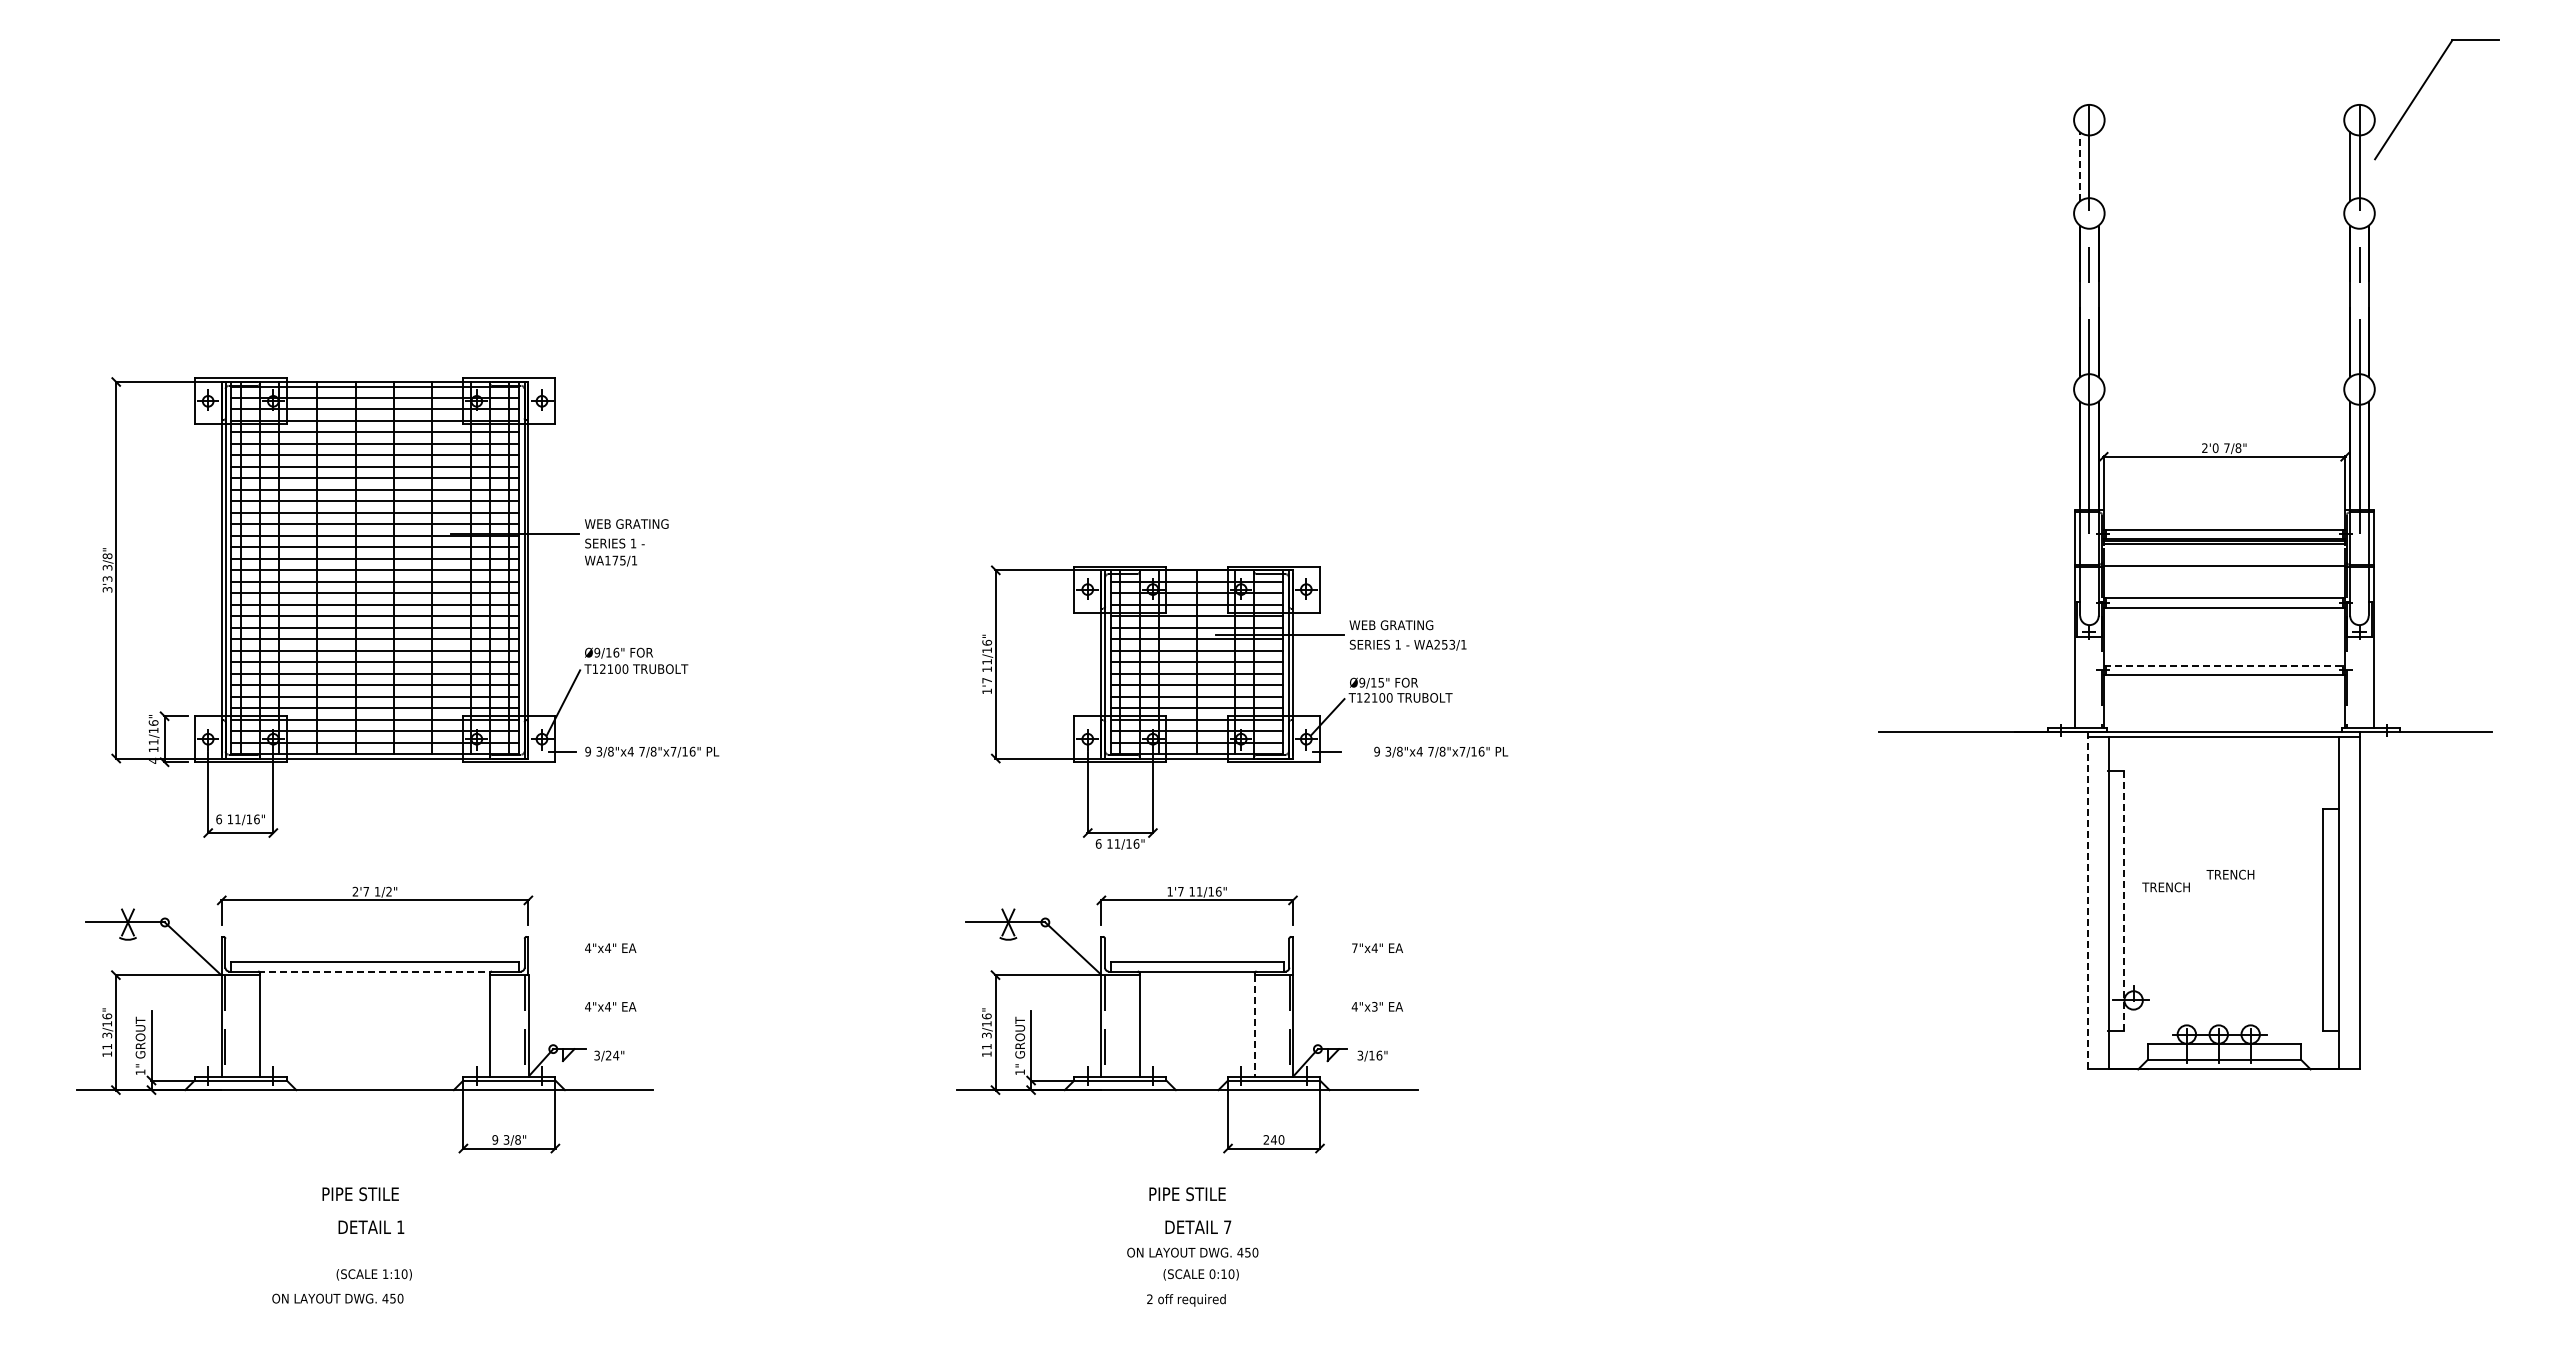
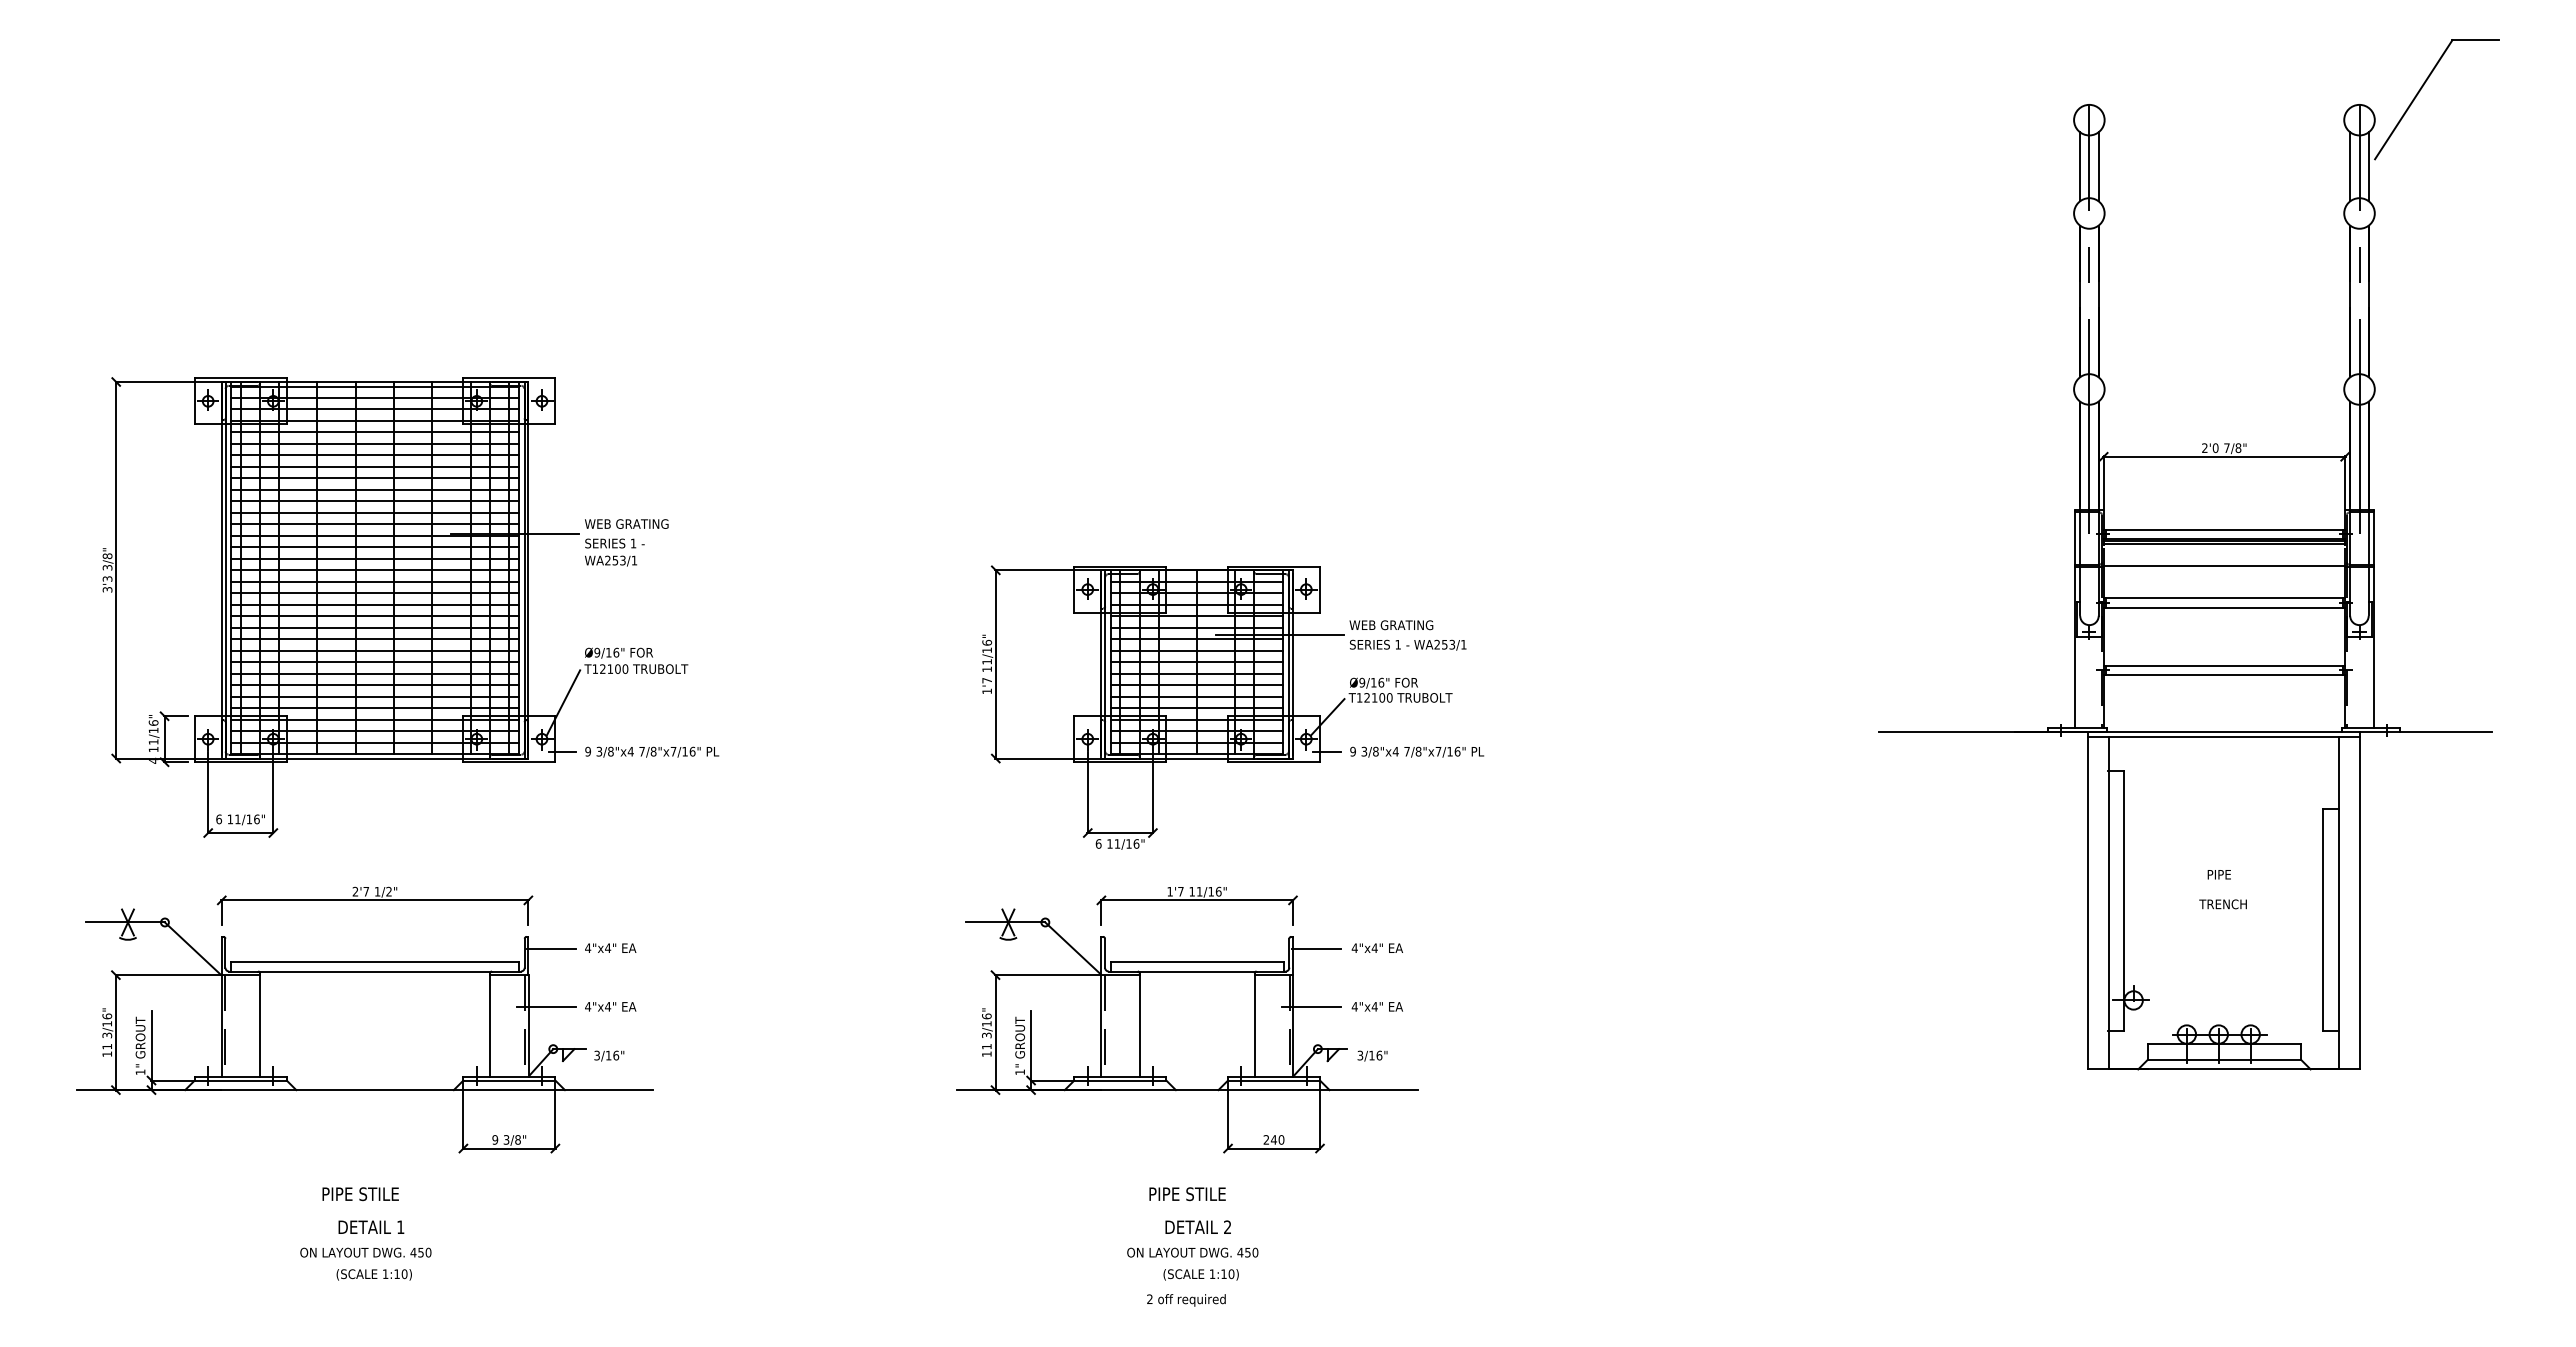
line at (2080, 166): dashed -> solid
line at (2098, 166): none -> present
line at (2368, 166): none -> present
text at (615, 560): WA175/1 -> WA253/1
line at (2224, 665): dashed -> solid
text at (1381, 682): Ø9/15" -> Ø9/16"
text at (1441, 751) position: (1441, 751) -> (1417, 751)
text at (2230, 874): TRENCH -> PIPE
text at (2165, 887) position: (2165, 887) -> (2222, 904)
line at (2088, 900): dashed -> solid
line at (2124, 900): dashed -> solid
text at (1354, 947): 7"x4" -> 4"x4"
line at (551, 948): none -> present
line at (1316, 948): none -> present
line at (375, 971): dashed -> solid
line at (546, 1006): none -> present
line at (1311, 1006): none -> present
text at (1374, 1006): 4"x3" -> 4"x4"
line at (1254, 1025): dashed -> solid
text at (612, 1055): 3/24" -> 3/16"
text at (1227, 1226): 7 -> 2
text at (1212, 1274): 0:10) -> 1:10)
text at (337, 1298) position: (337, 1298) -> (365, 1252)
